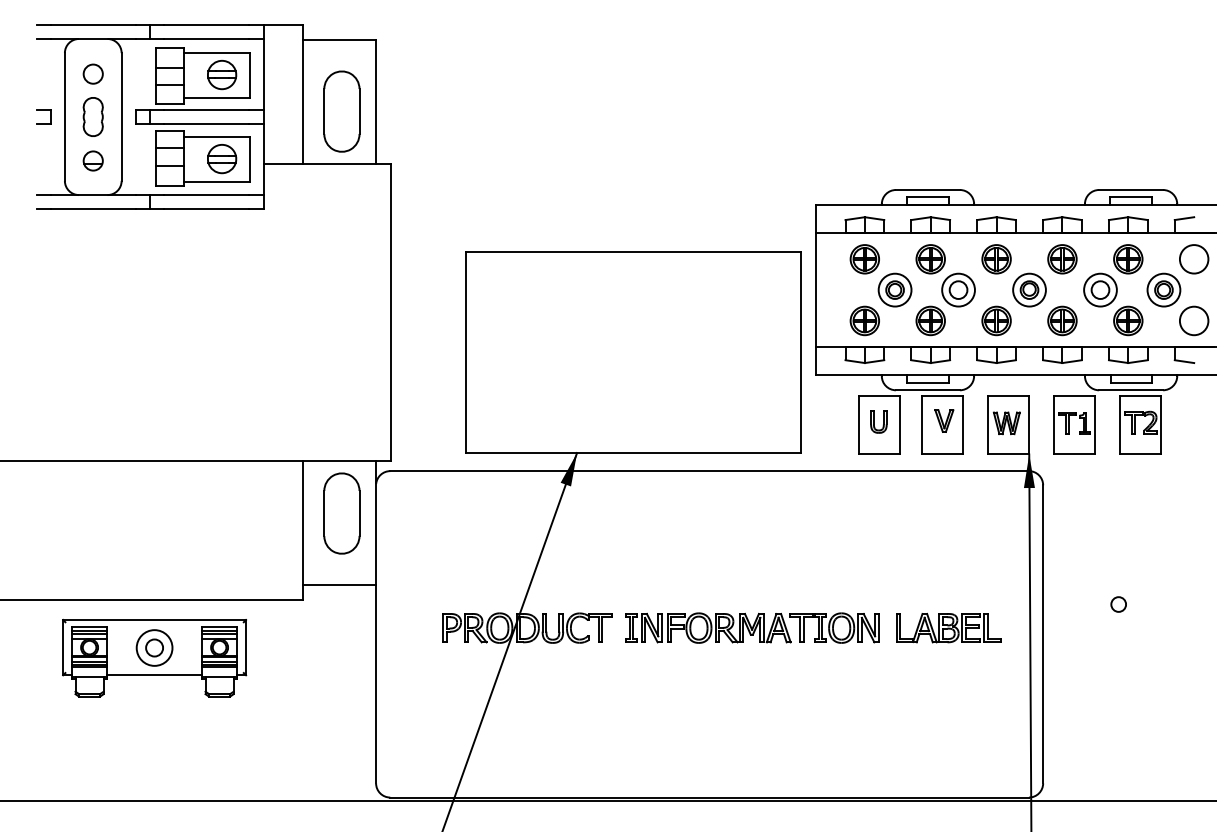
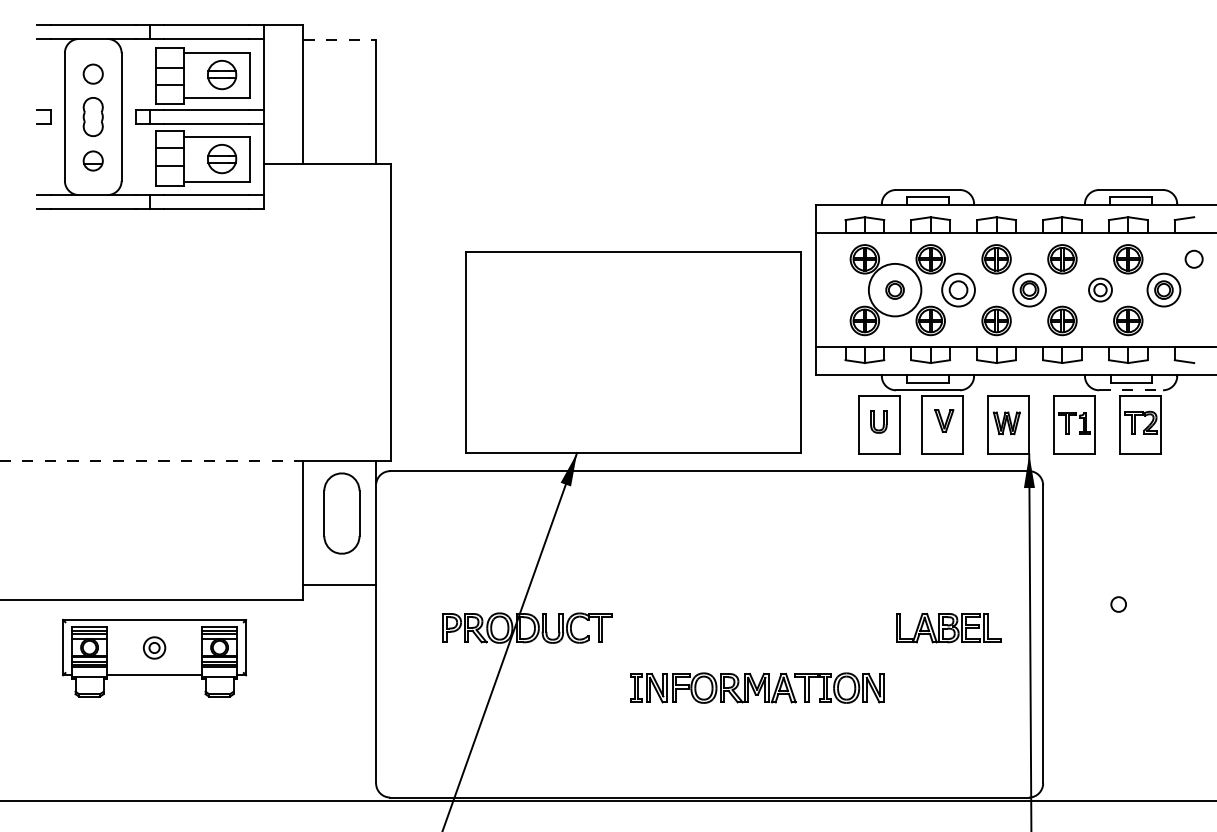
line at (340, 39): solid -> dashed
part at (341, 111): present -> none
circle at (1193, 259) diameter: 28 px -> 17 px
circle at (894, 289) diameter: 33 px -> 53 px
part at (1100, 289) size: 35x36 px -> 25x26 px
circle at (1194, 320): present -> none
line at (1131, 390): solid -> dashed
line at (152, 461): solid -> dashed
part at (752, 627) position: (752, 627) -> (757, 687)
part at (154, 647) size: 39x38 px -> 24x24 px
